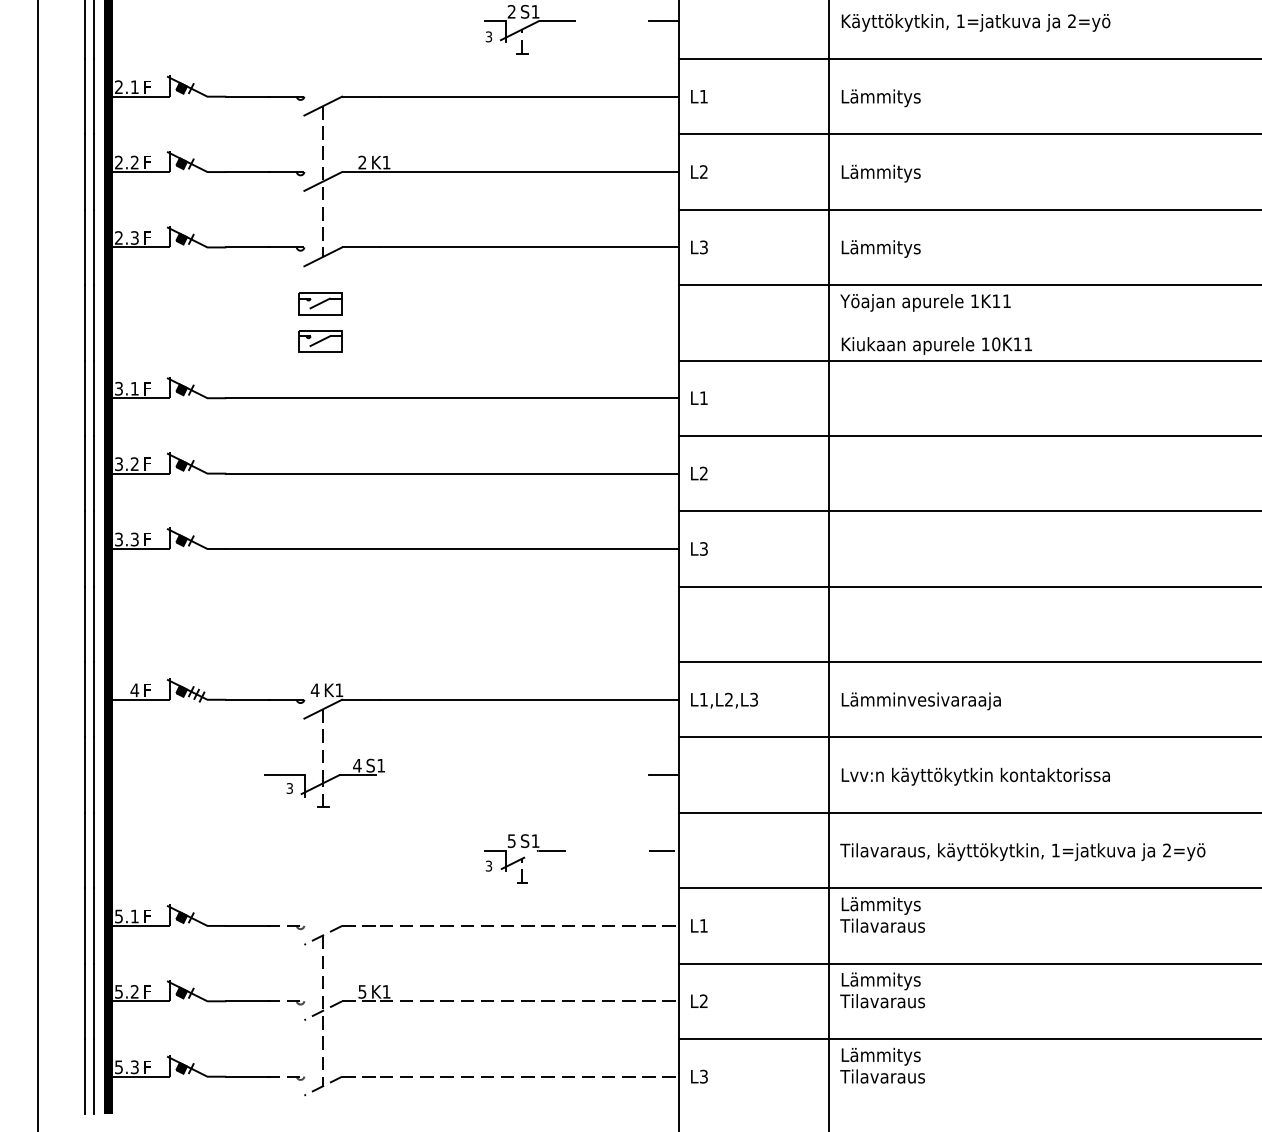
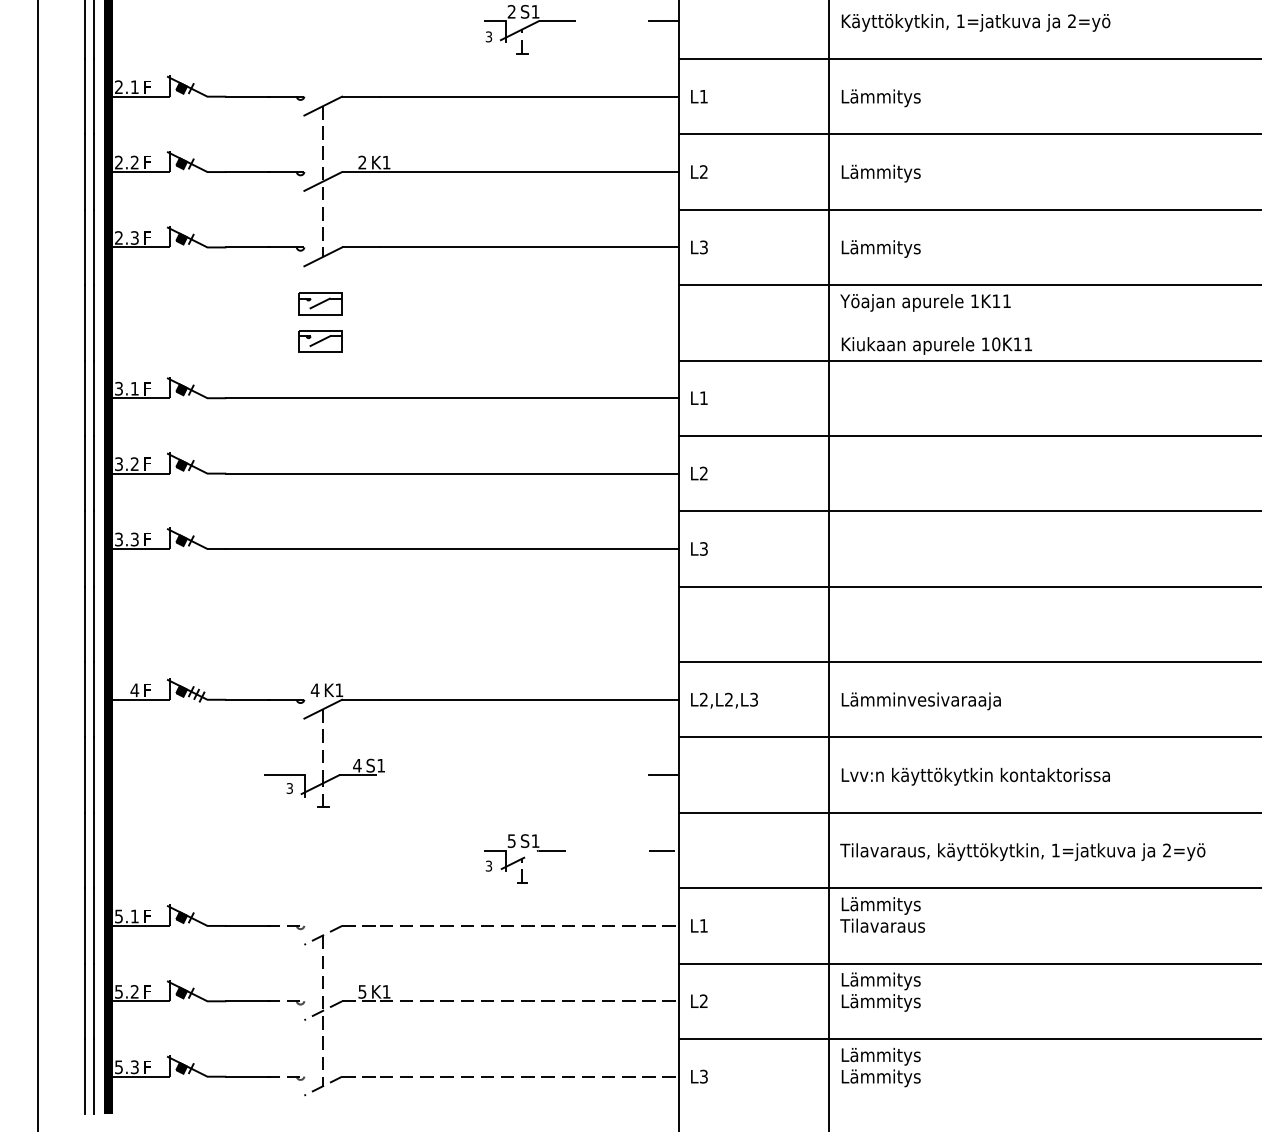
text at (703, 699): L1,L2,L3 -> L2,L2,L3
text at (882, 1002): Tilavaraus -> Lämmitys
text at (882, 1078): Tilavaraus -> Lämmitys
